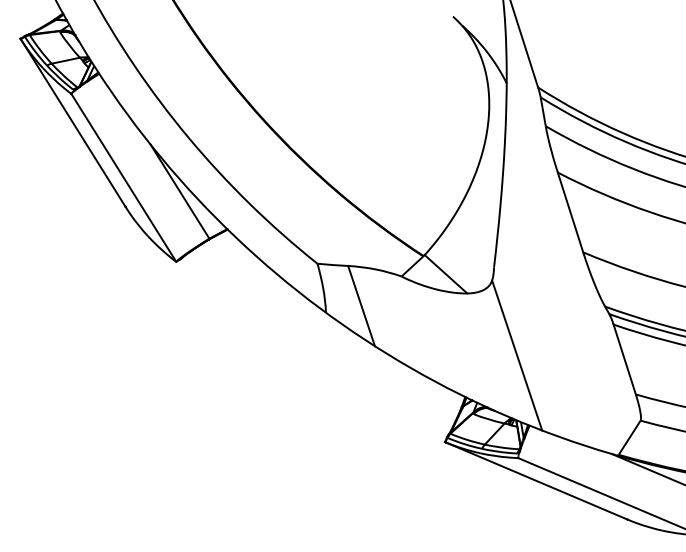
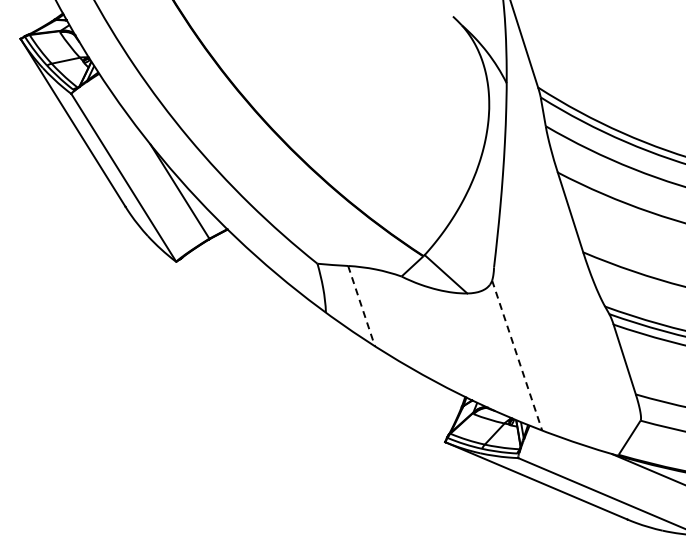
line at (361, 306): solid -> dashed
line at (517, 356): solid -> dashed
